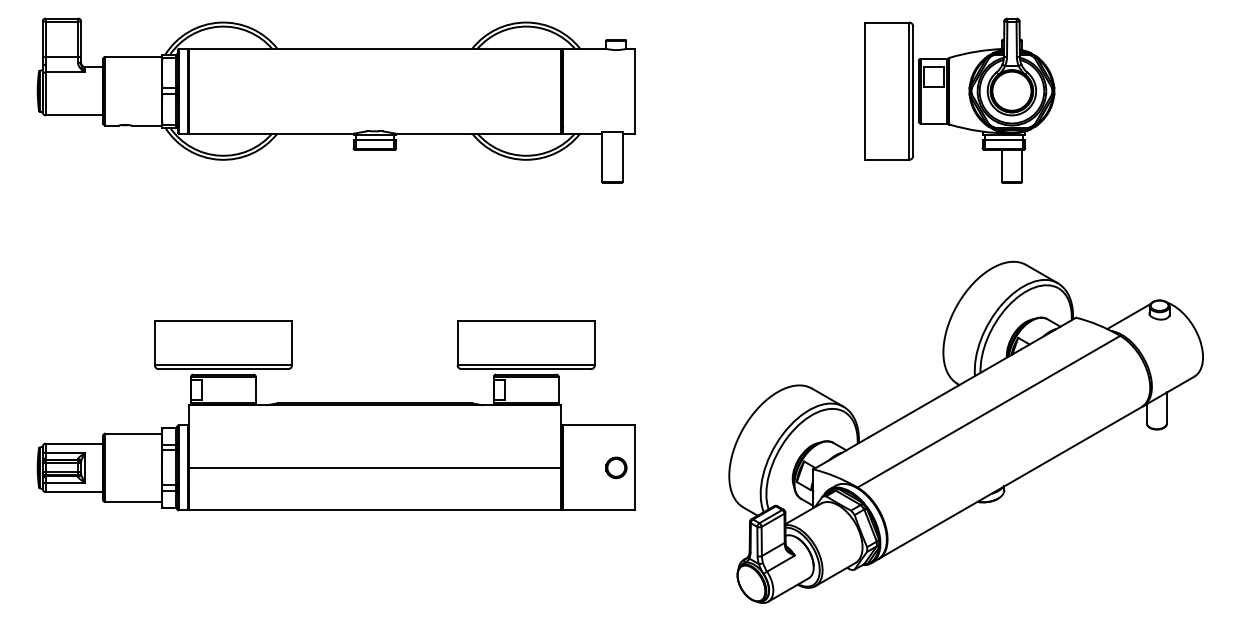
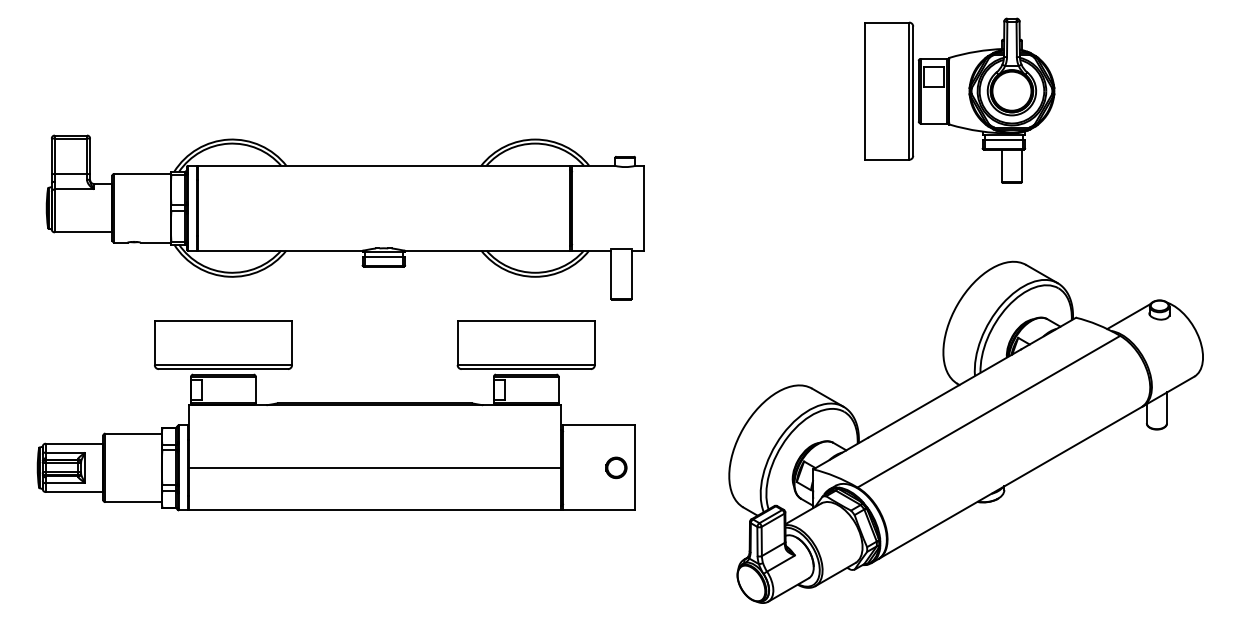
part at (335, 100) position: (335, 100) -> (344, 217)
